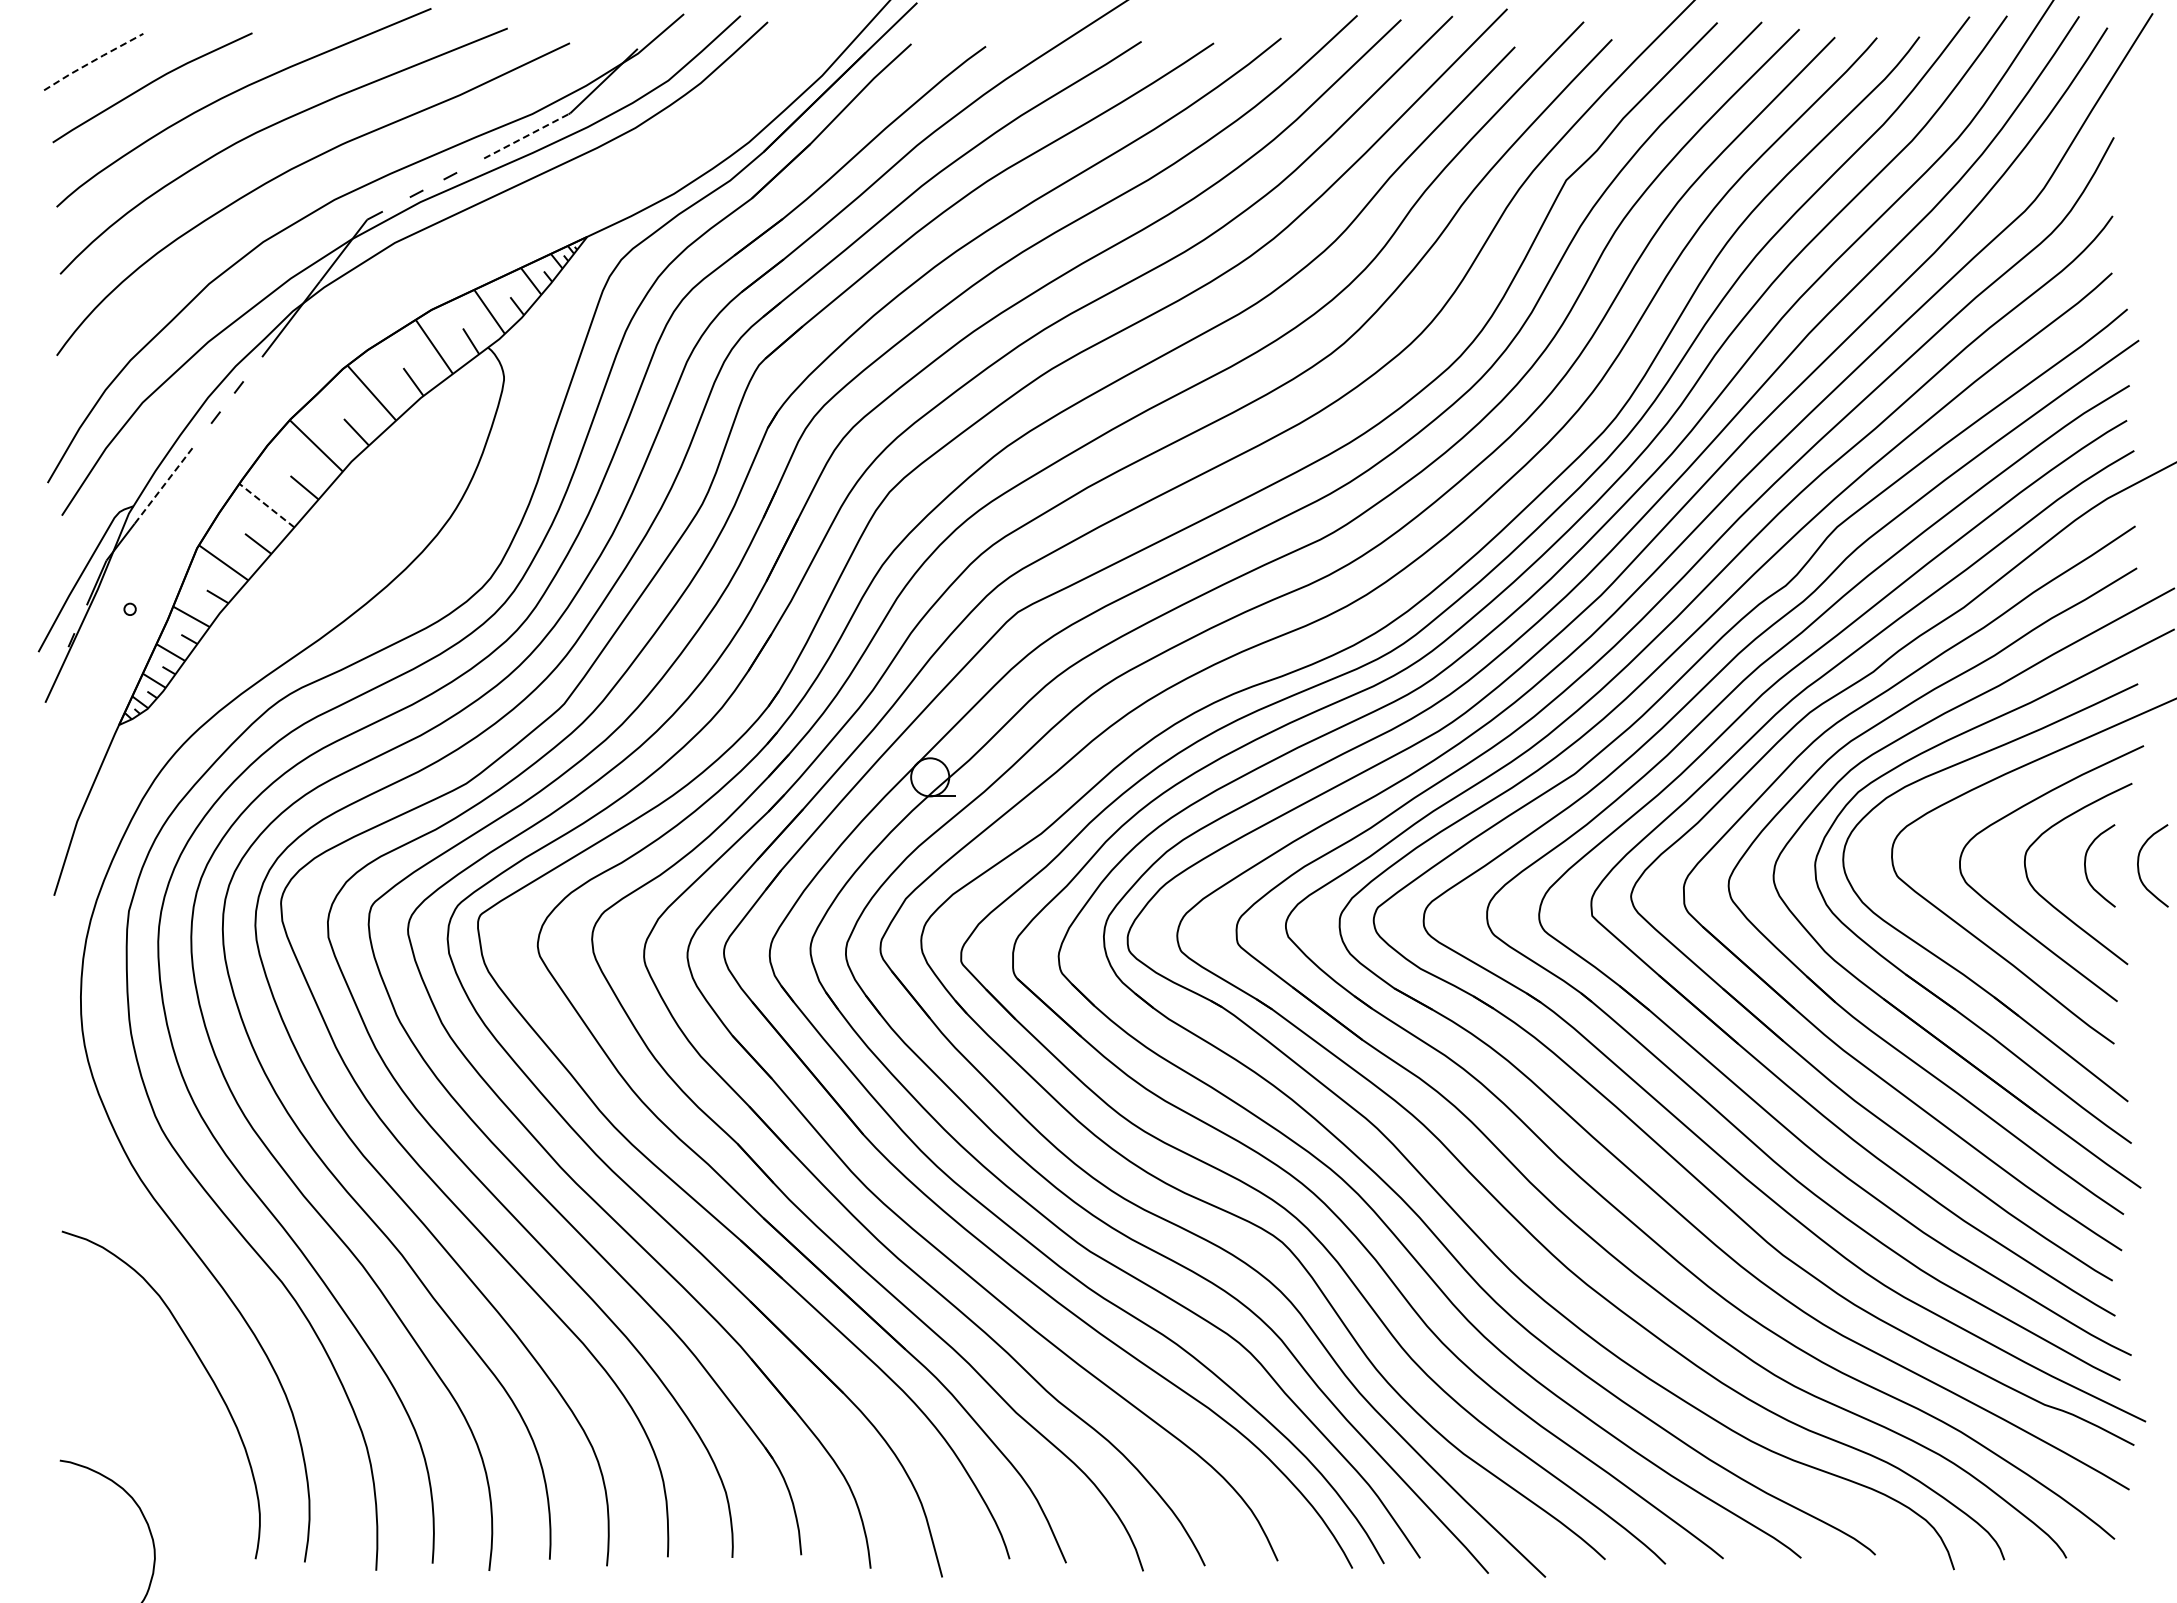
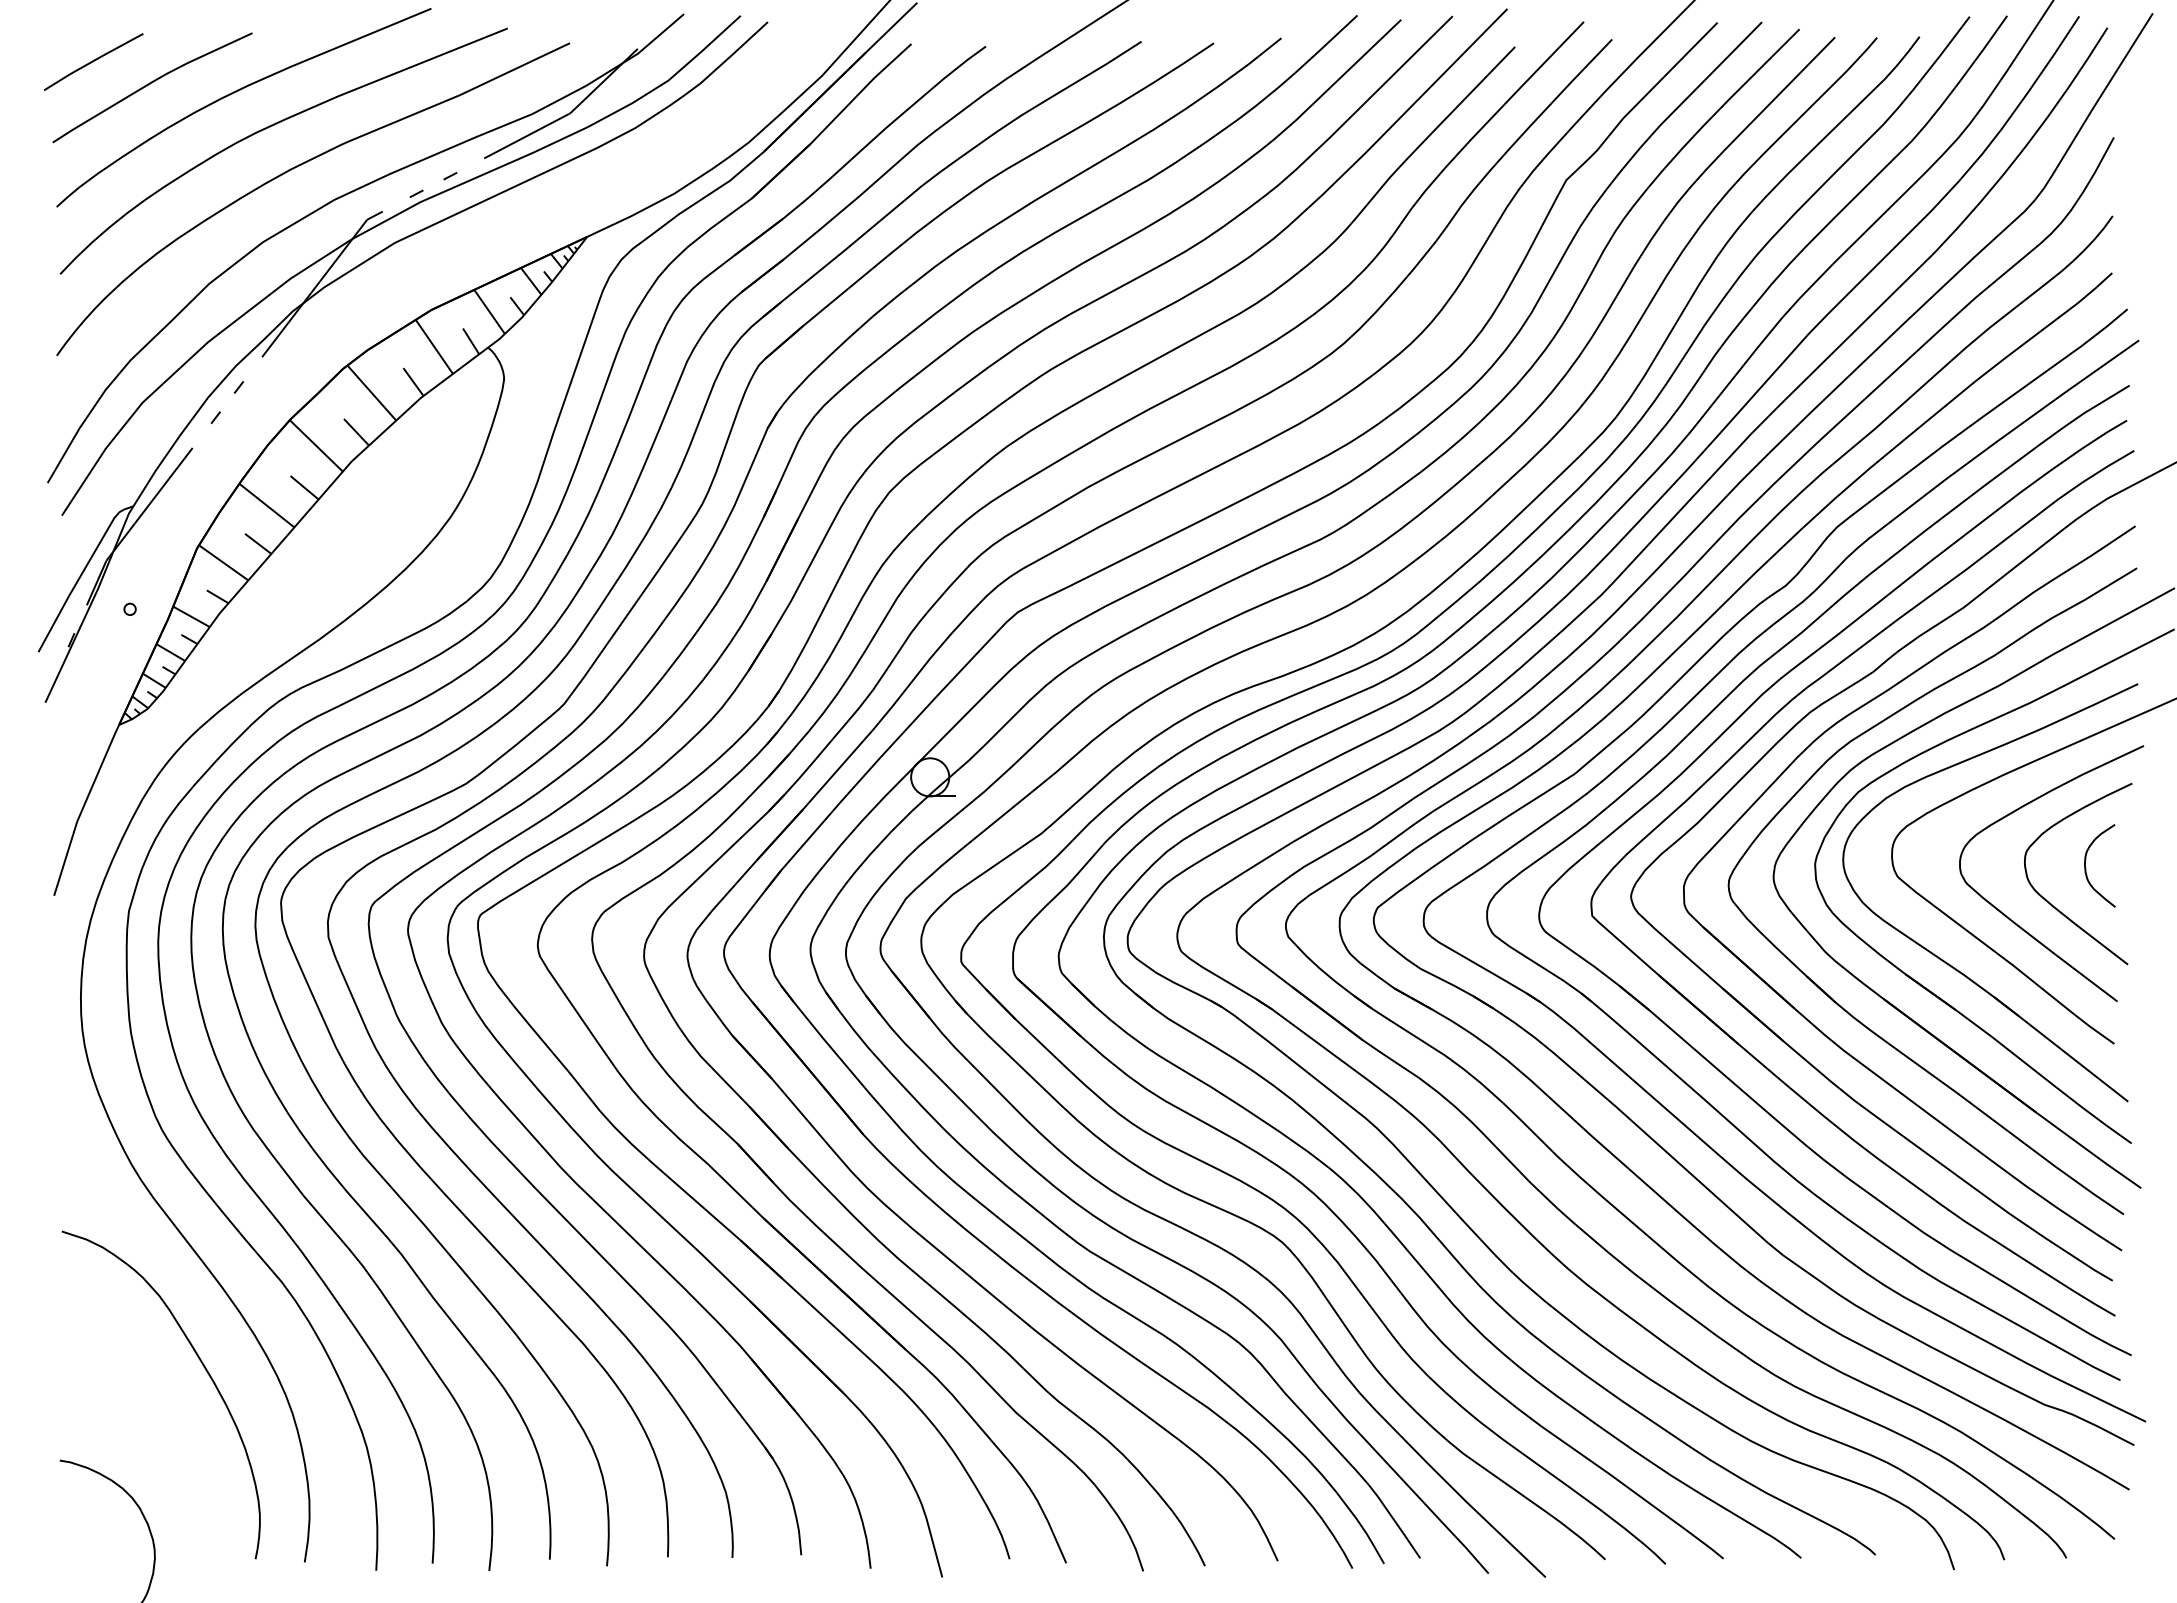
line at (92, 61): dashed -> solid
line at (526, 136): dashed -> solid
line at (163, 485): dashed -> solid
line at (266, 505): dashed -> solid
curve at (2139, 867): present -> none
